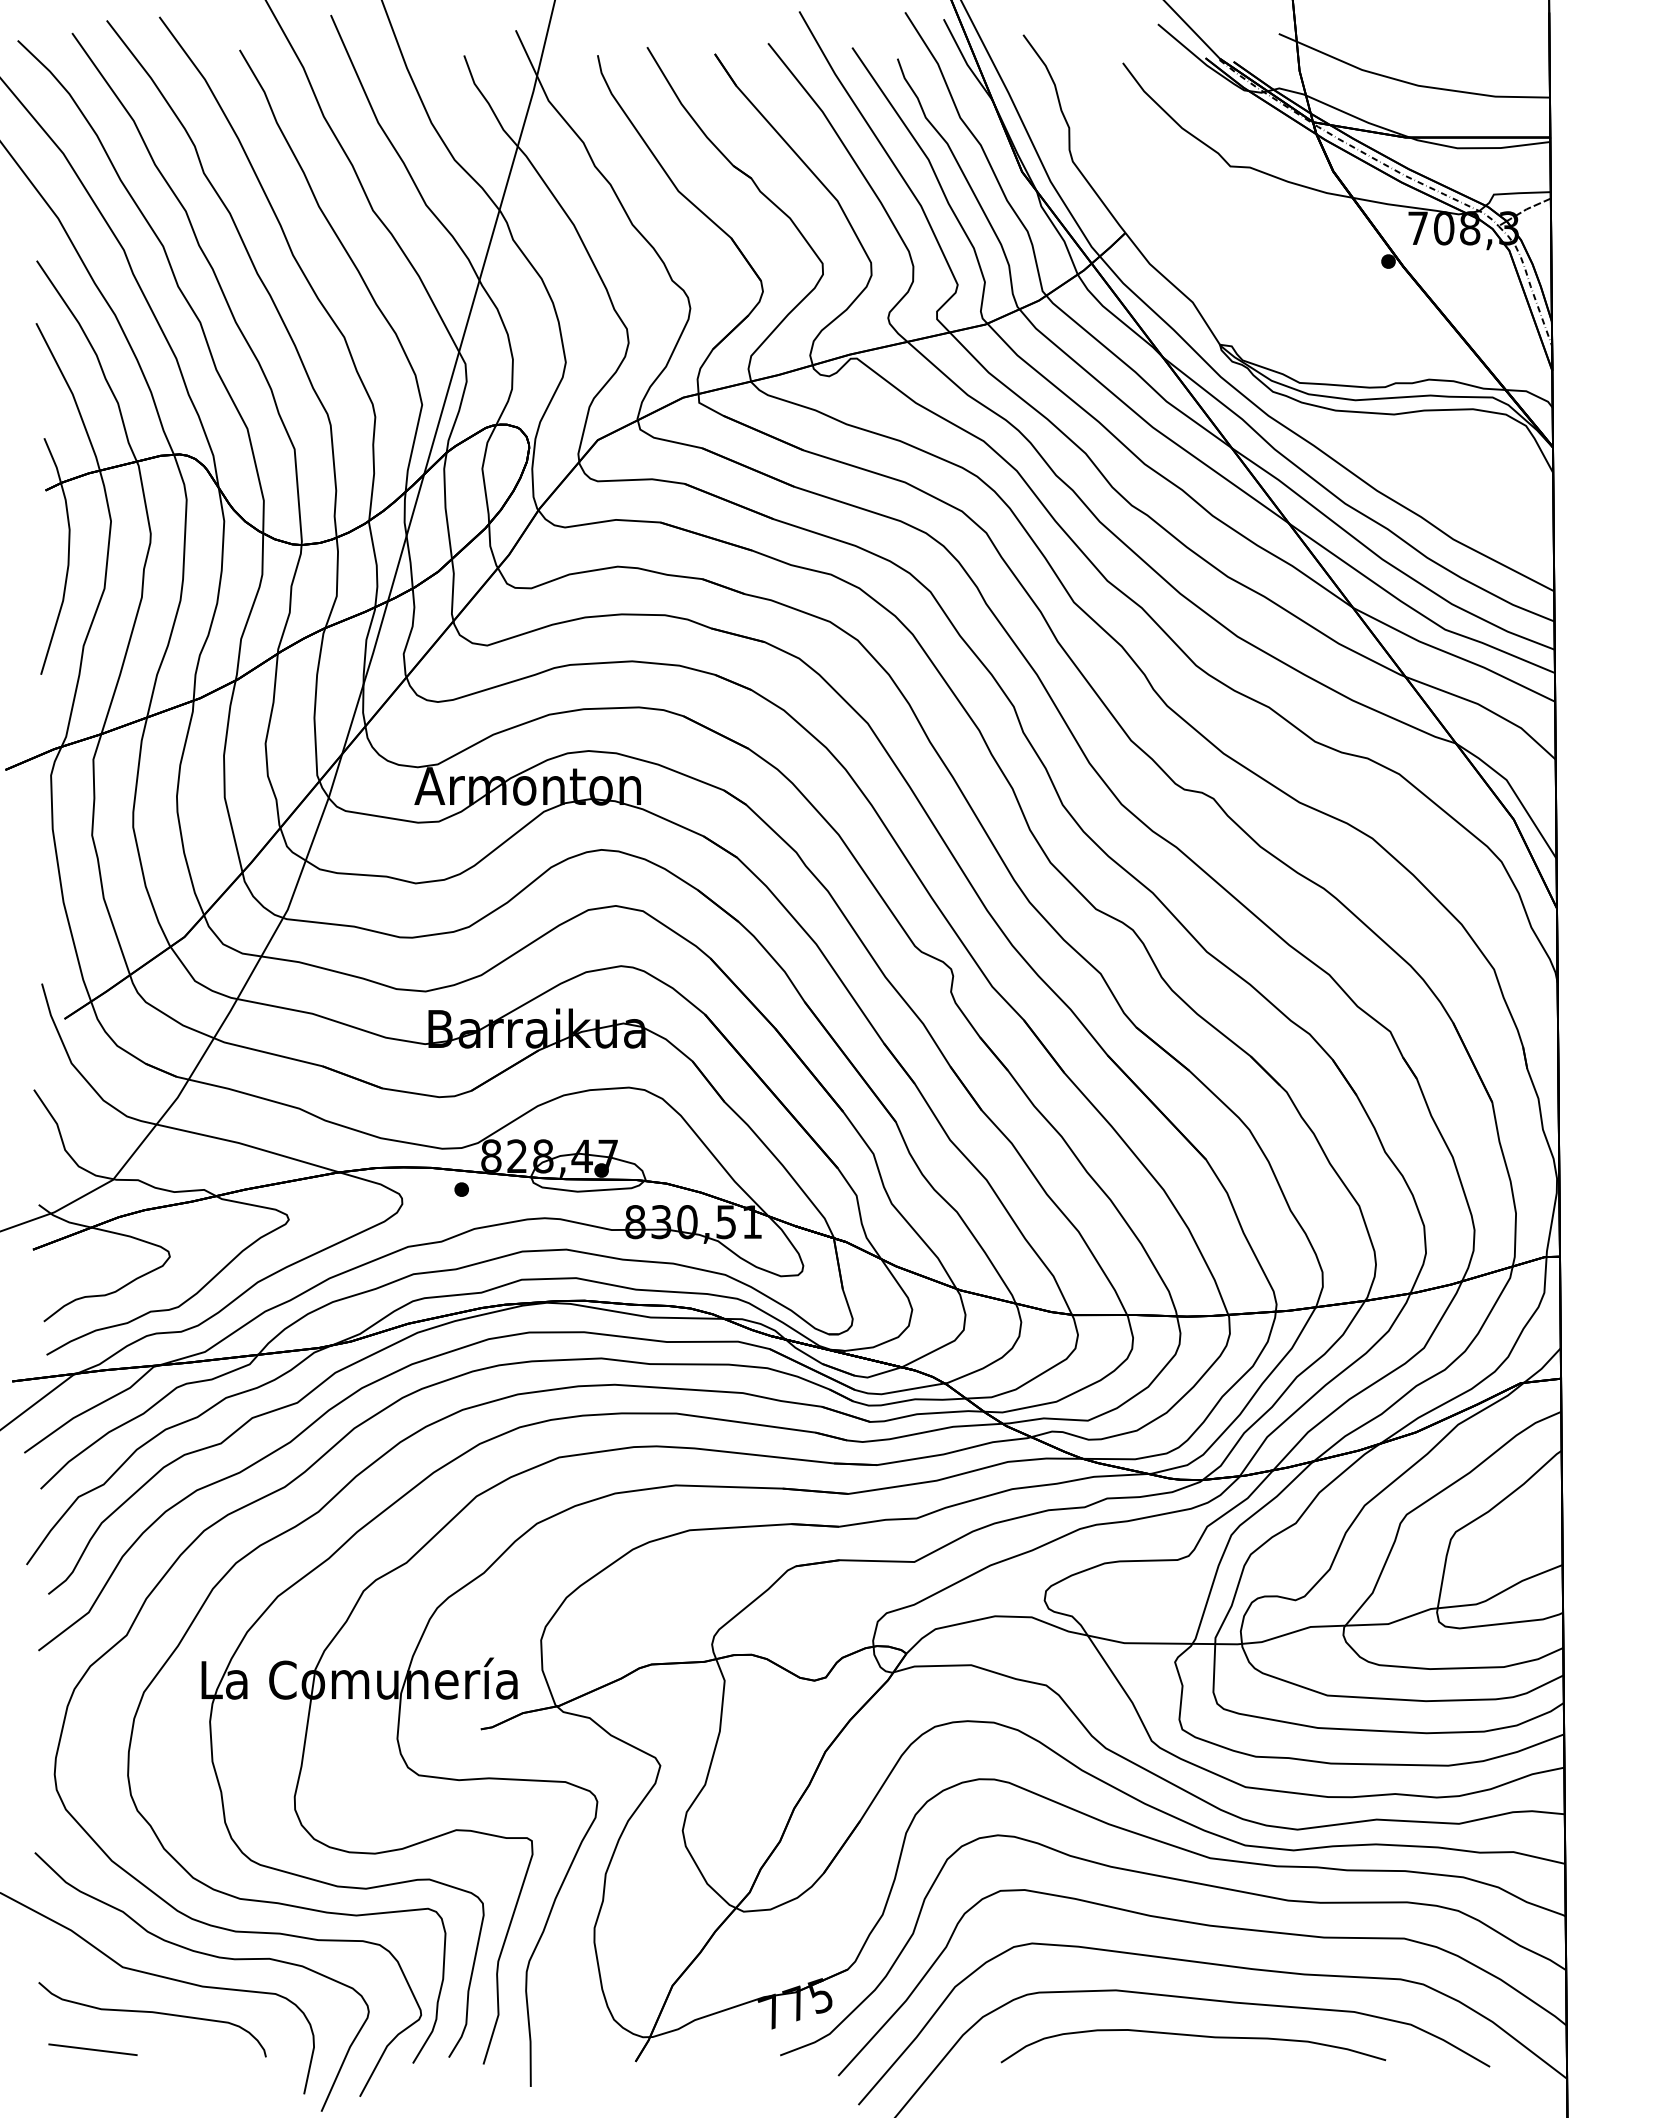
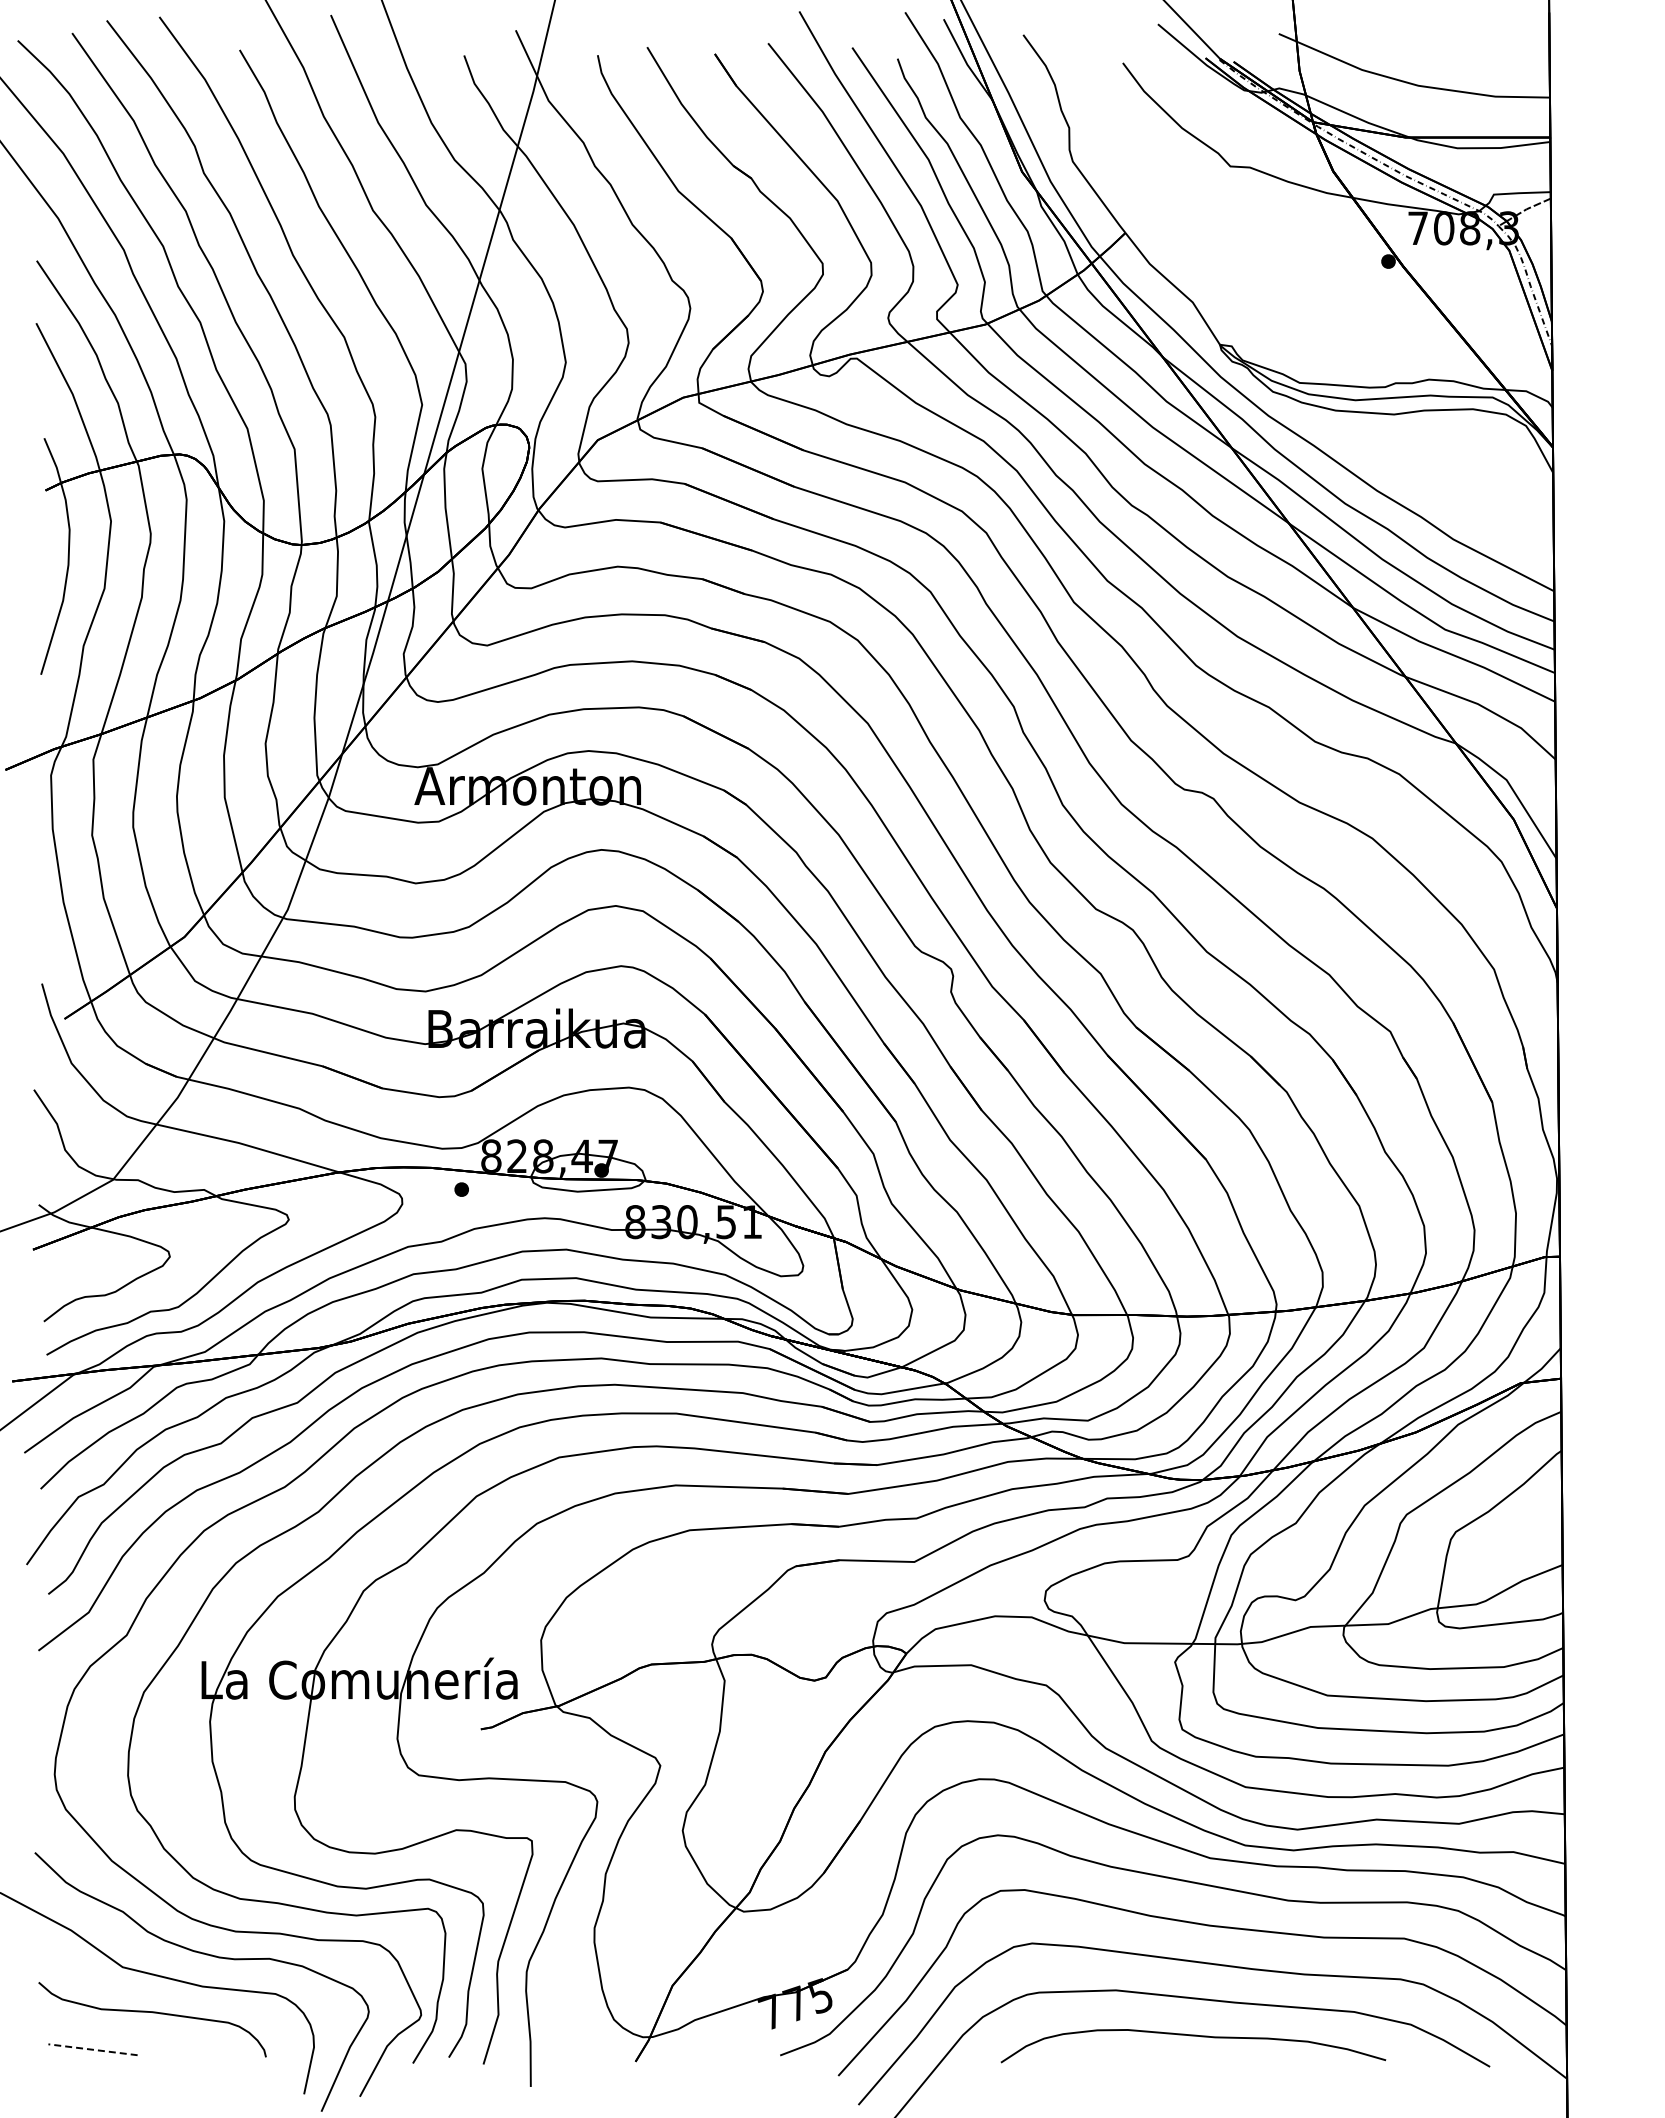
line at (93, 2049): solid -> dashed
